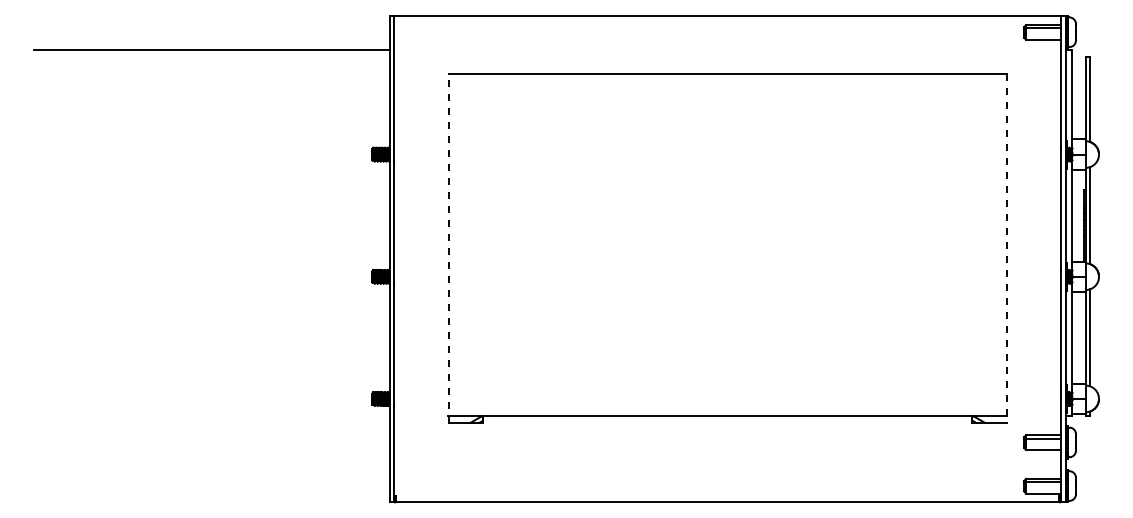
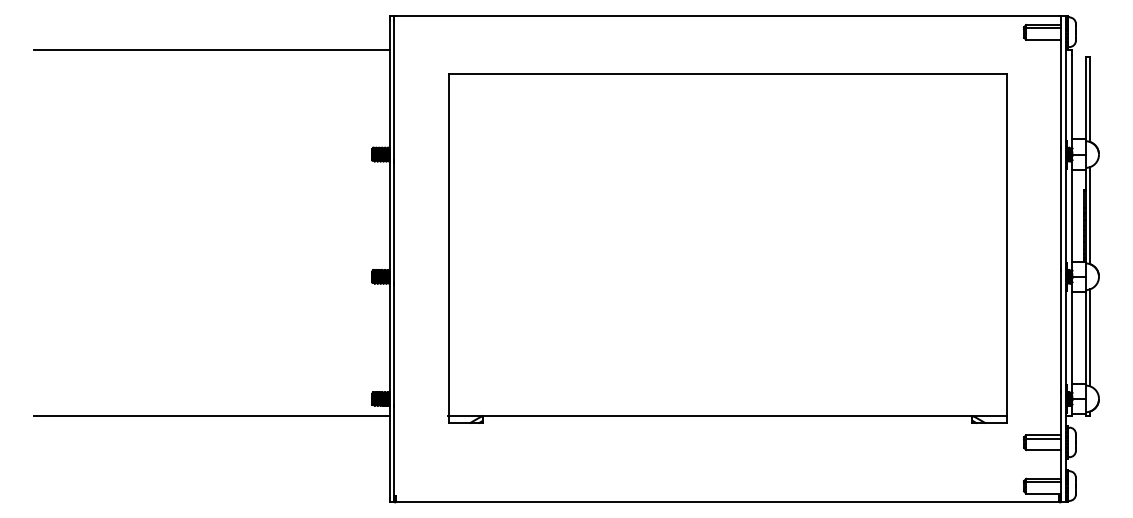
line at (448, 248): dashed -> solid
line at (1007, 248): dashed -> solid
line at (211, 416): none -> present
